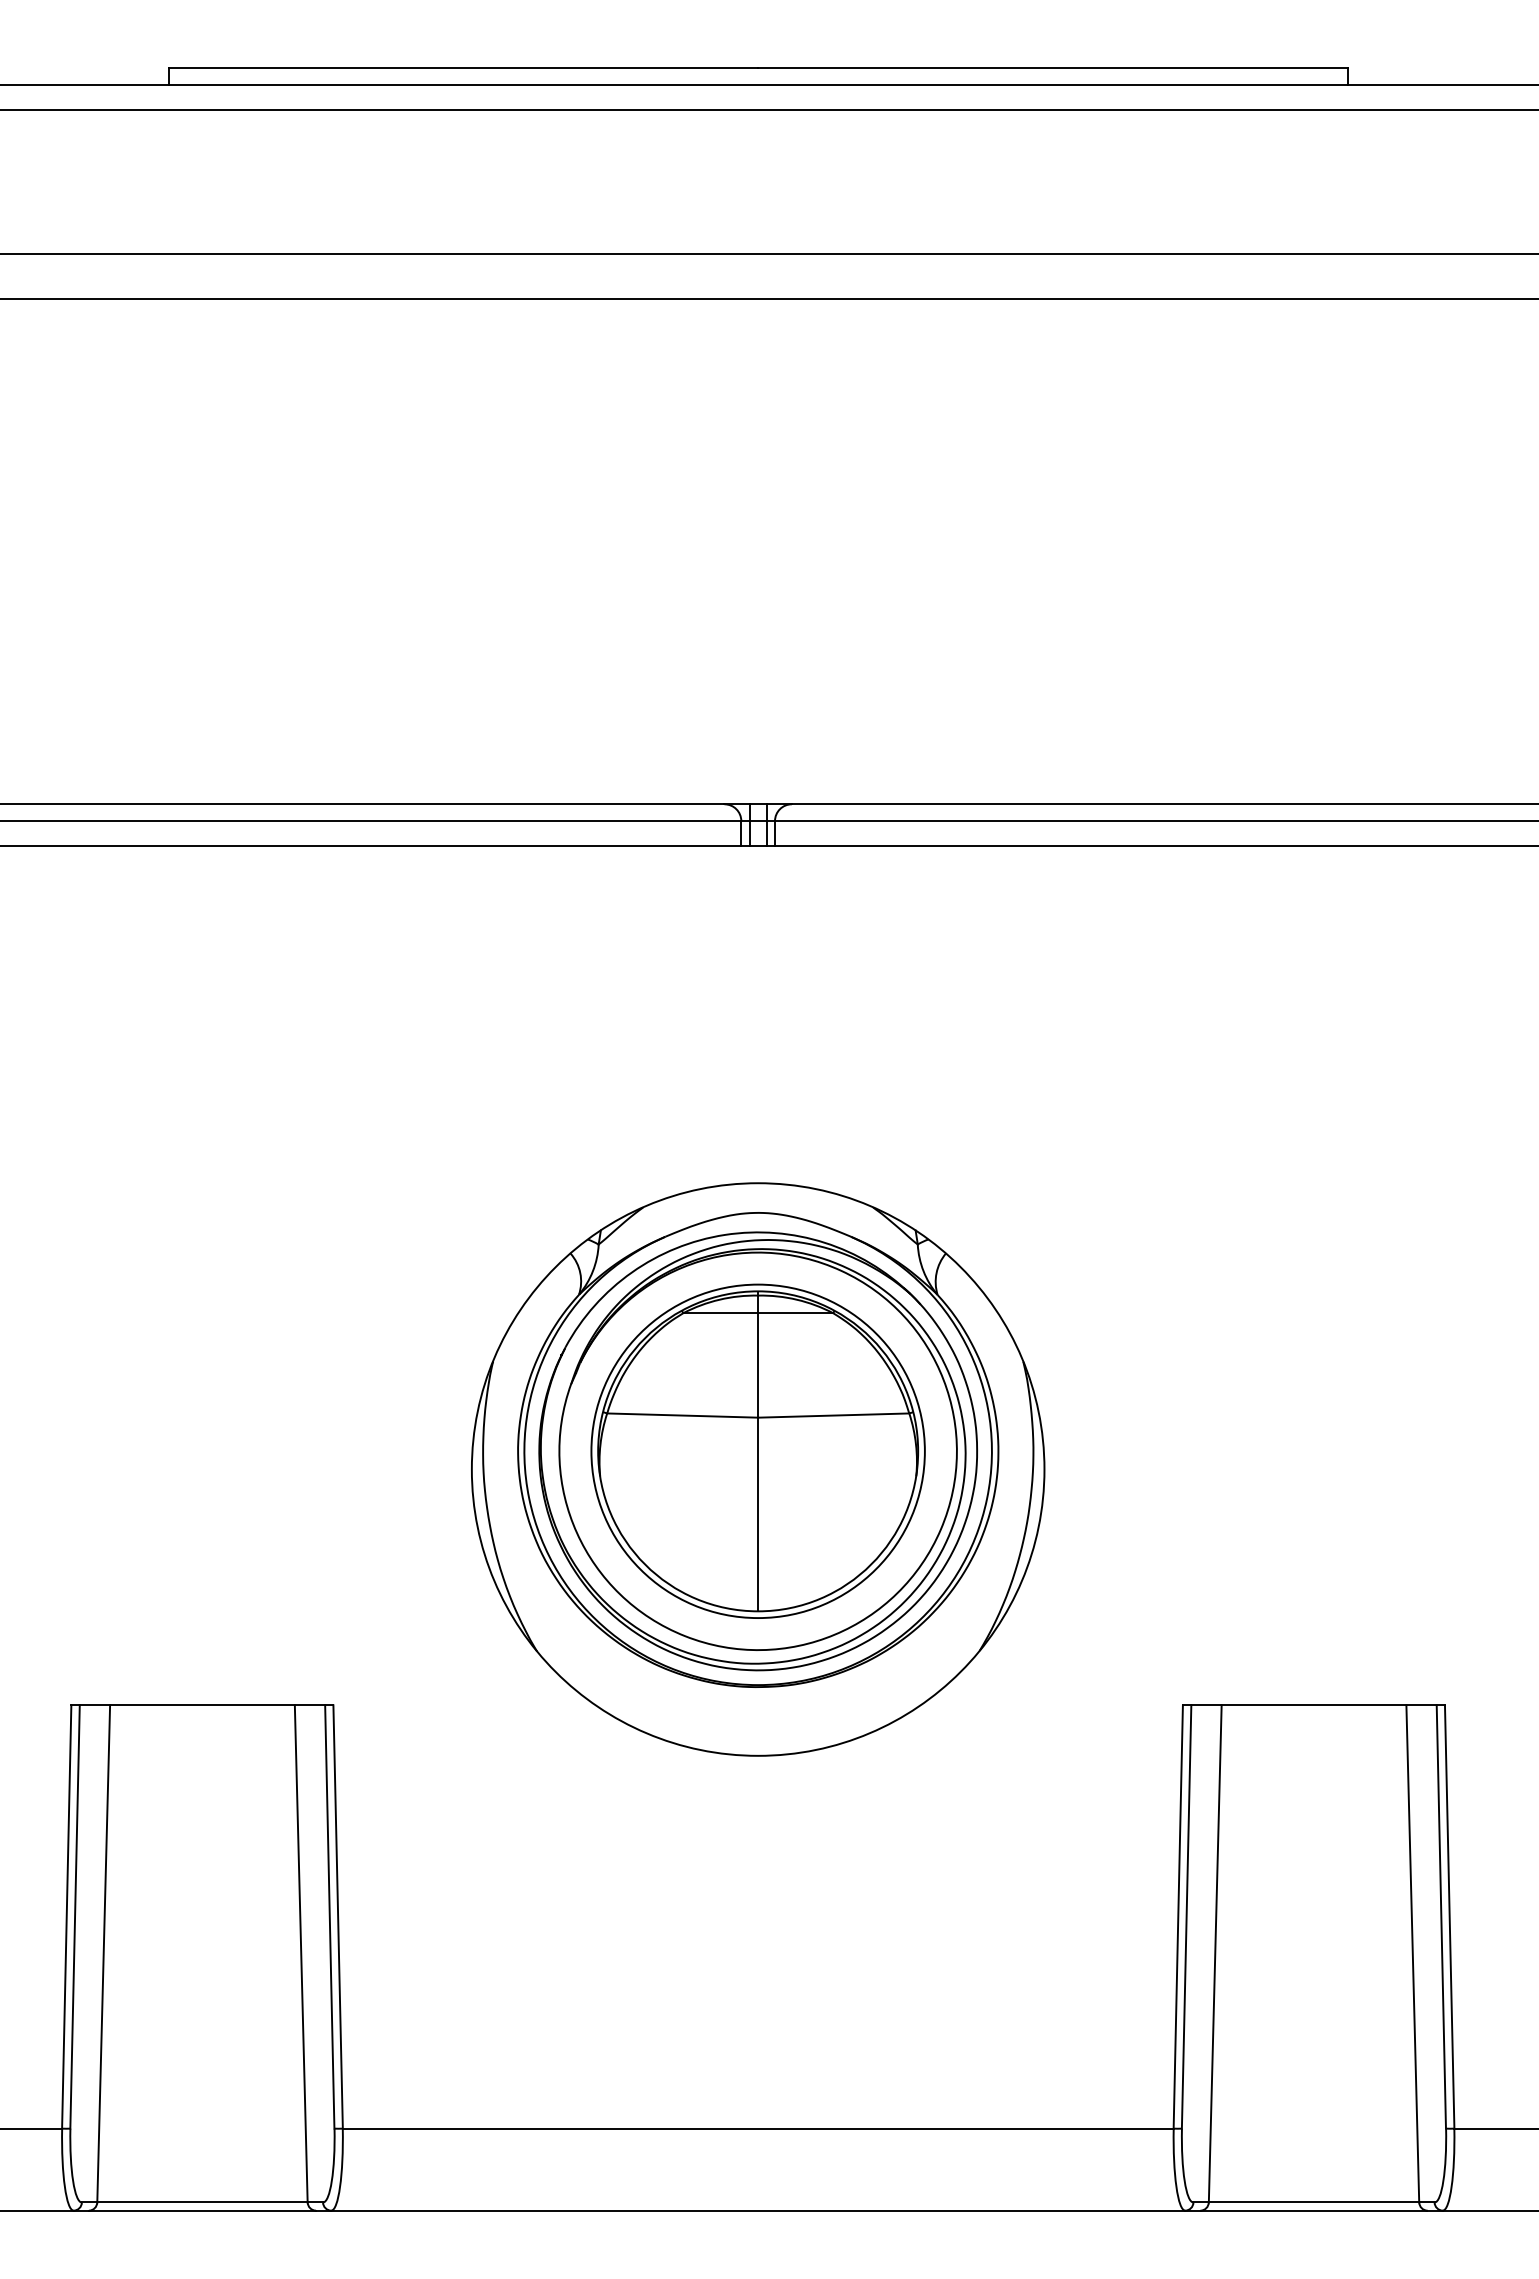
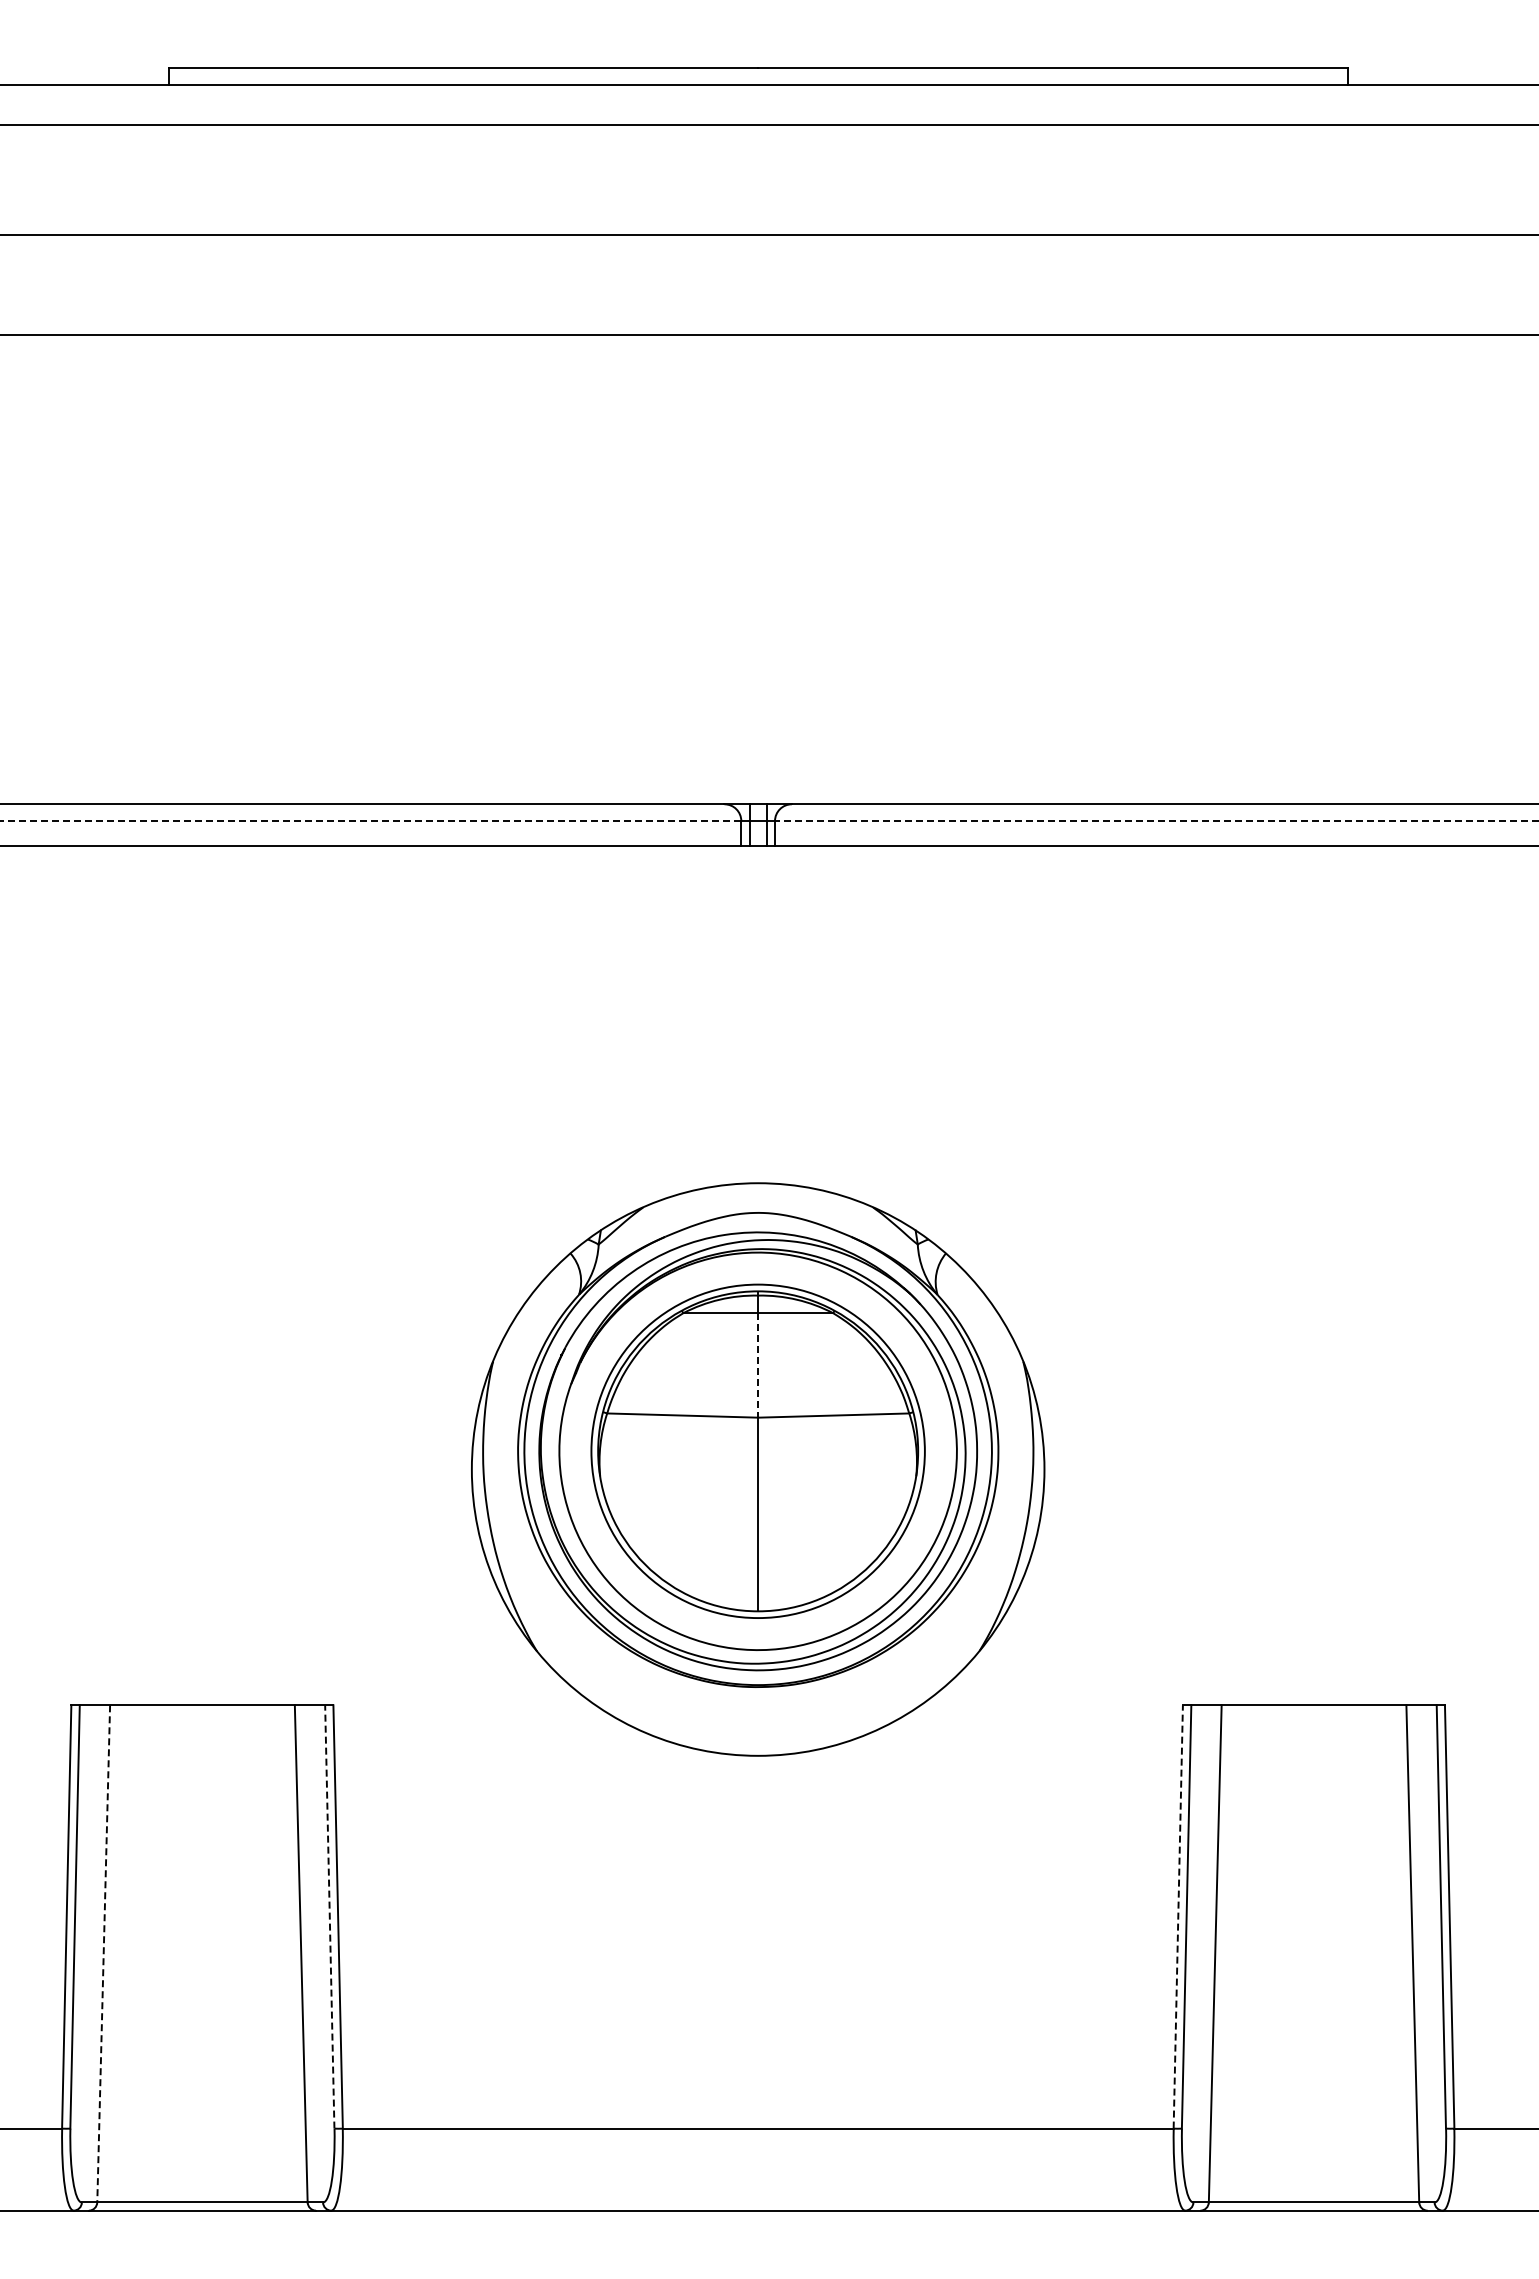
line at (768, 110) position: (768, 110) -> (768, 125)
line at (768, 253) position: (768, 253) -> (768, 234)
line at (768, 299) position: (768, 299) -> (768, 335)
line at (370, 821): solid -> dashed
line at (1156, 821): solid -> dashed
line at (758, 1365): solid -> dashed
line at (329, 1916): solid -> dashed
line at (1178, 1916): solid -> dashed
line at (103, 1953): solid -> dashed
